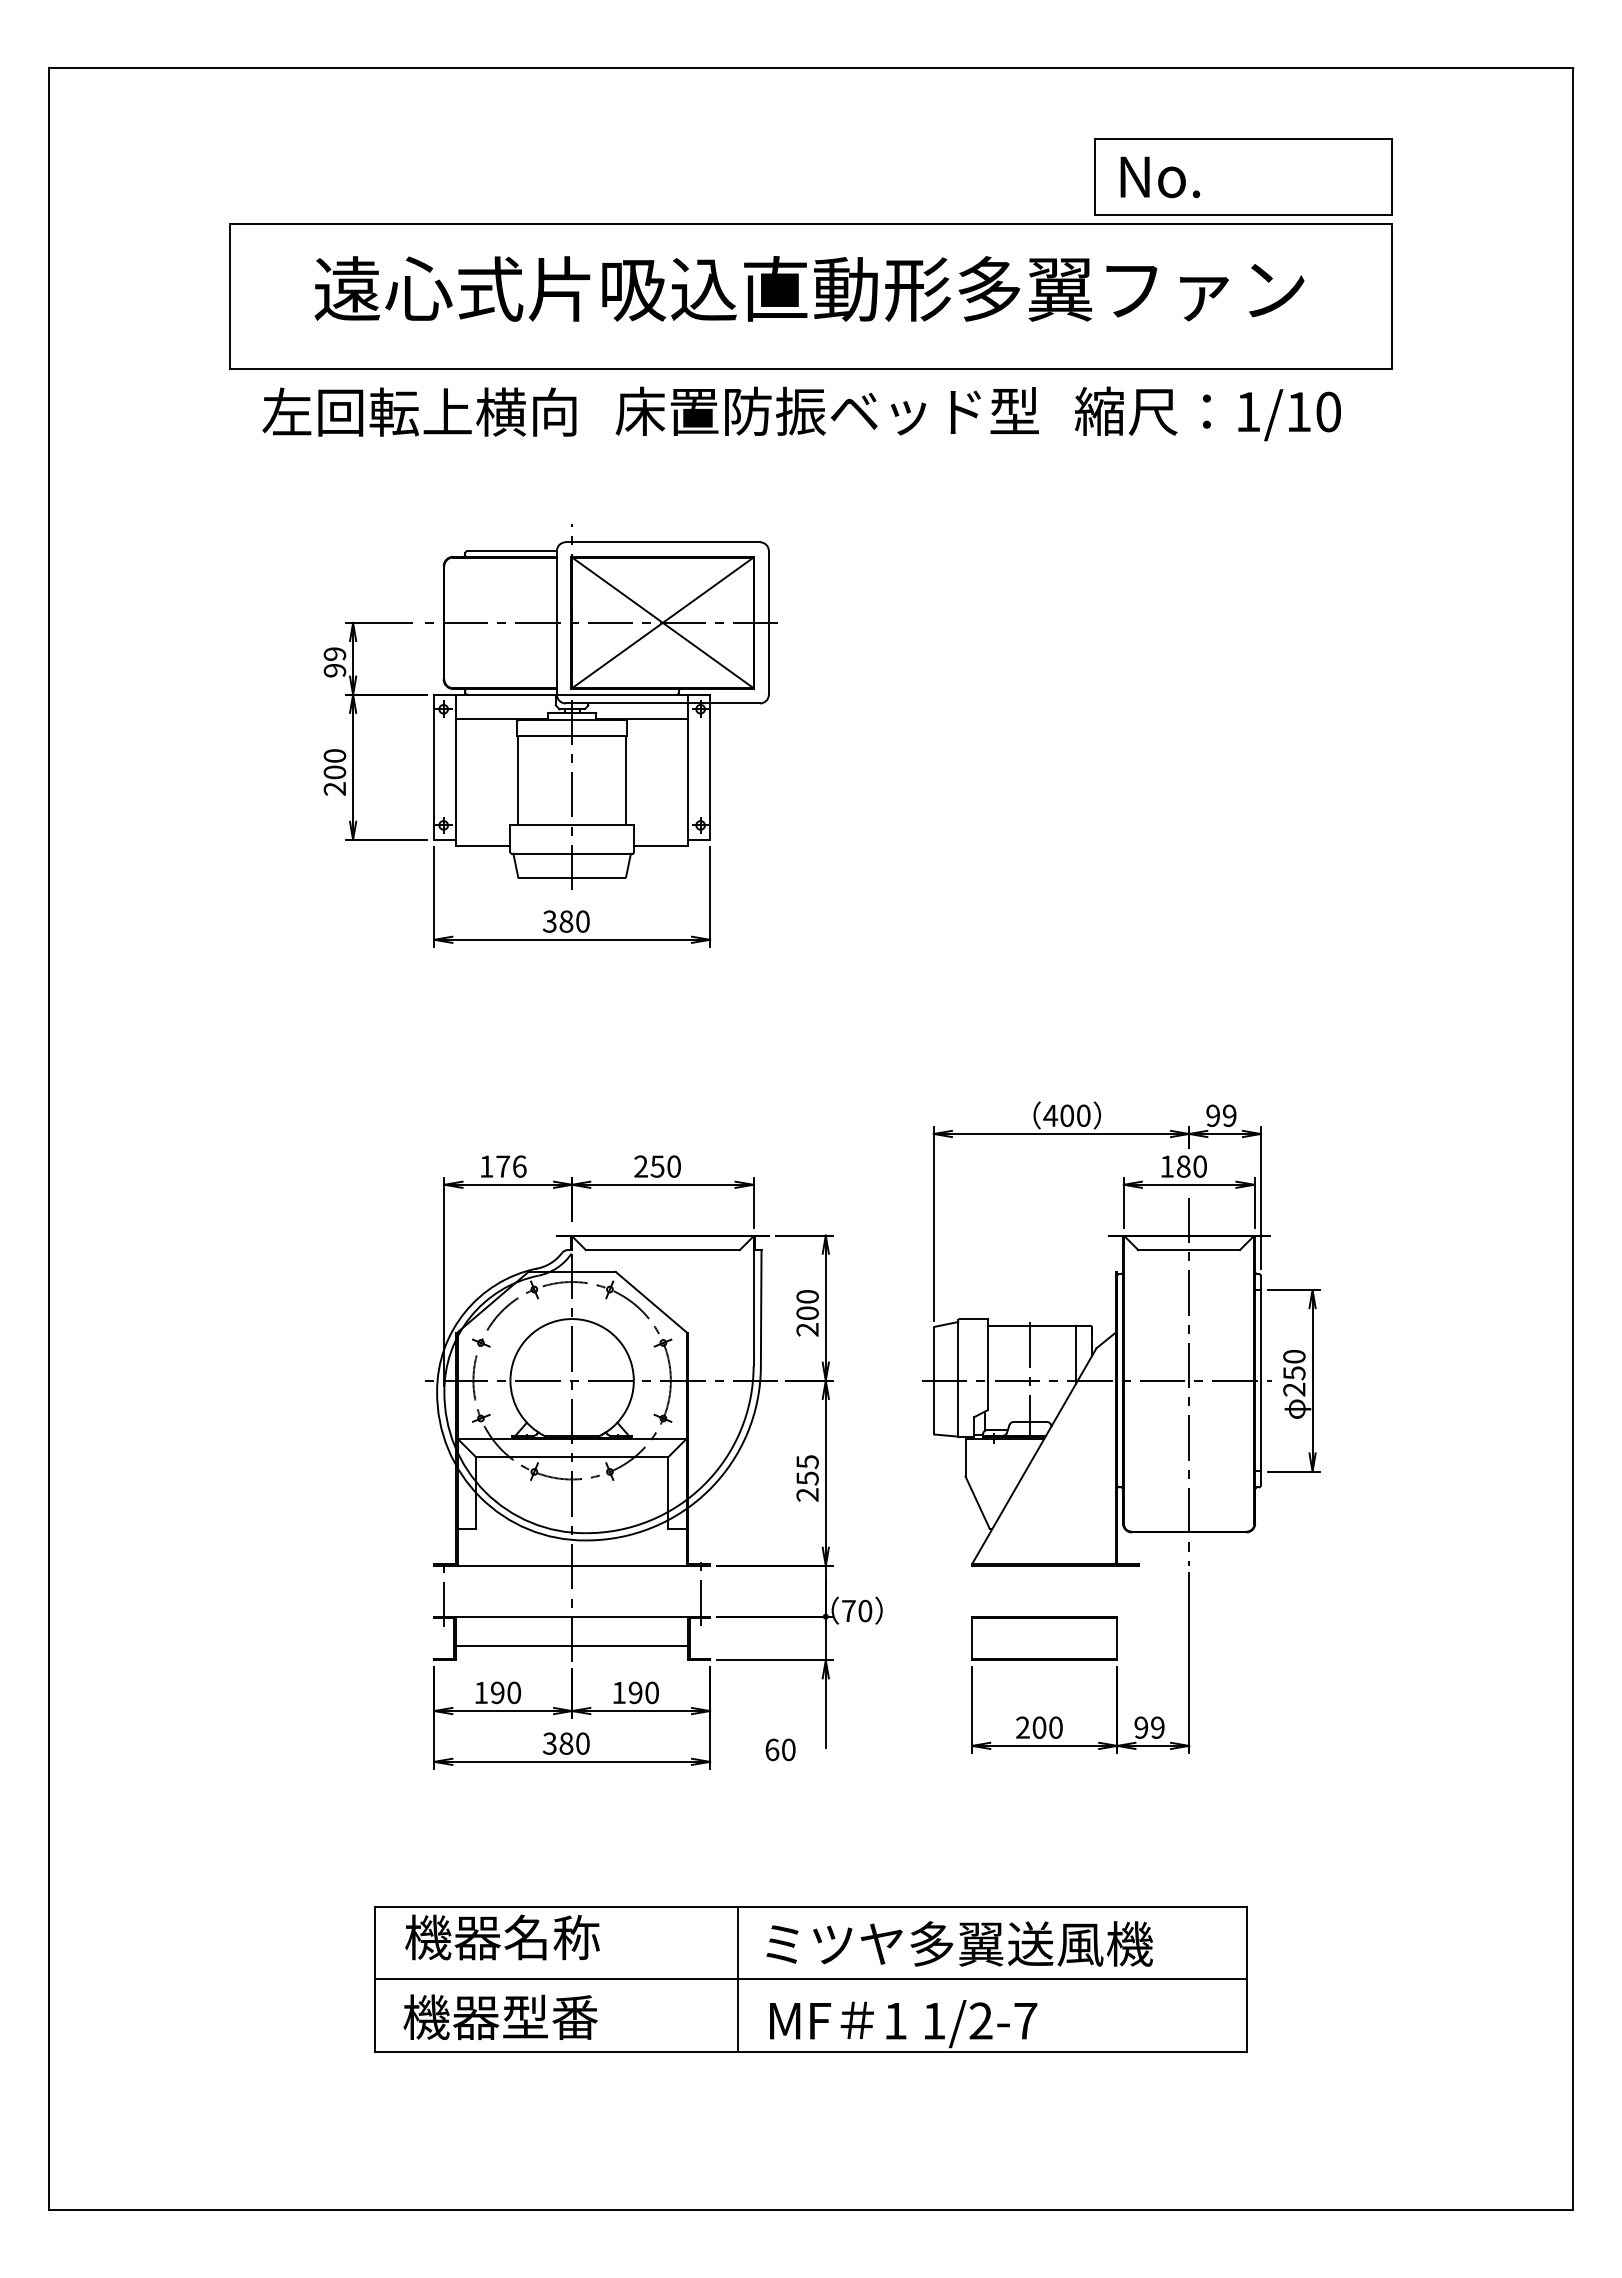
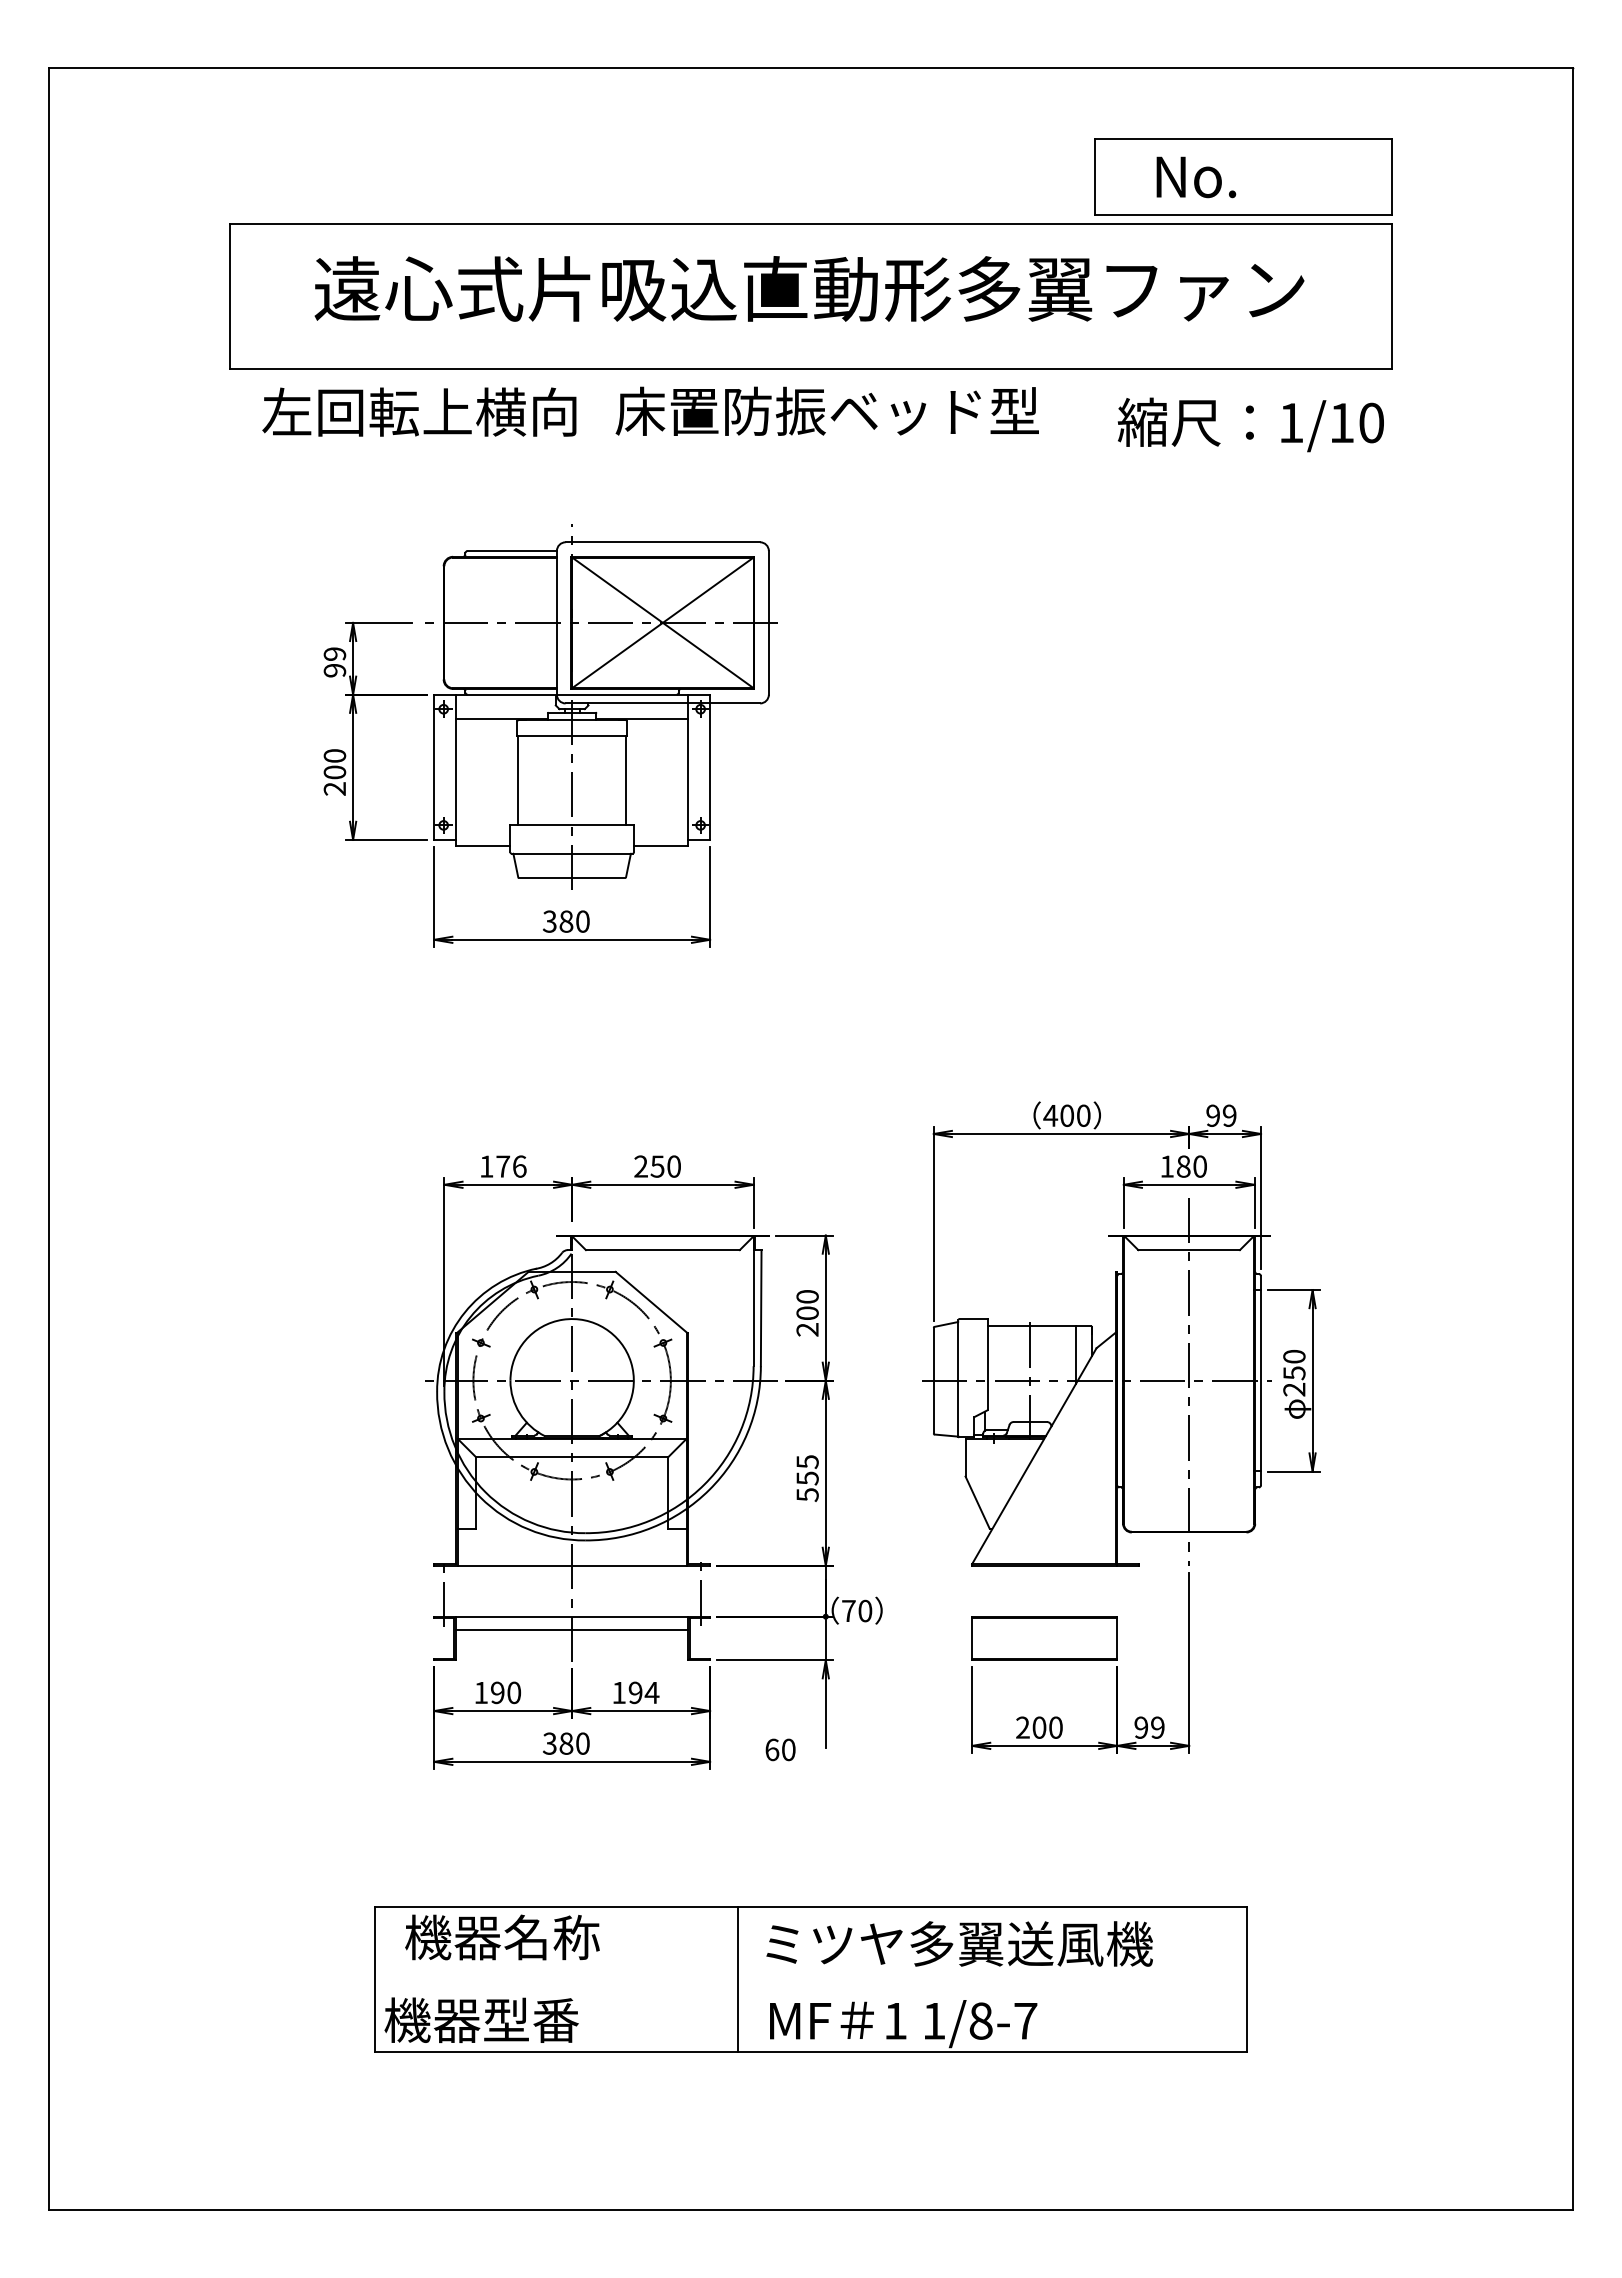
text at (1160, 177) position: (1160, 177) -> (1196, 177)
text at (1207, 413) position: (1207, 413) -> (1250, 424)
text at (807, 1494): 255 -> 555
line at (572, 1645) position: (572, 1645) -> (572, 1629)
text at (651, 1692): 190 -> 194
line at (810, 1979): present -> none
text at (500, 2016) position: (500, 2016) -> (481, 2019)
text at (980, 2020): 1/2-7 -> 1/8-7
